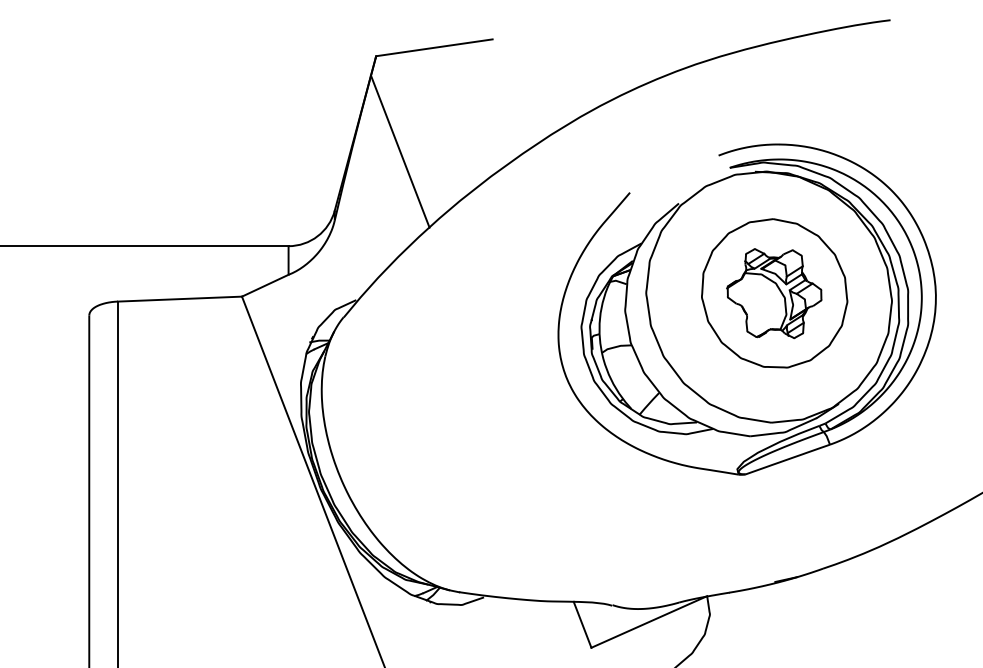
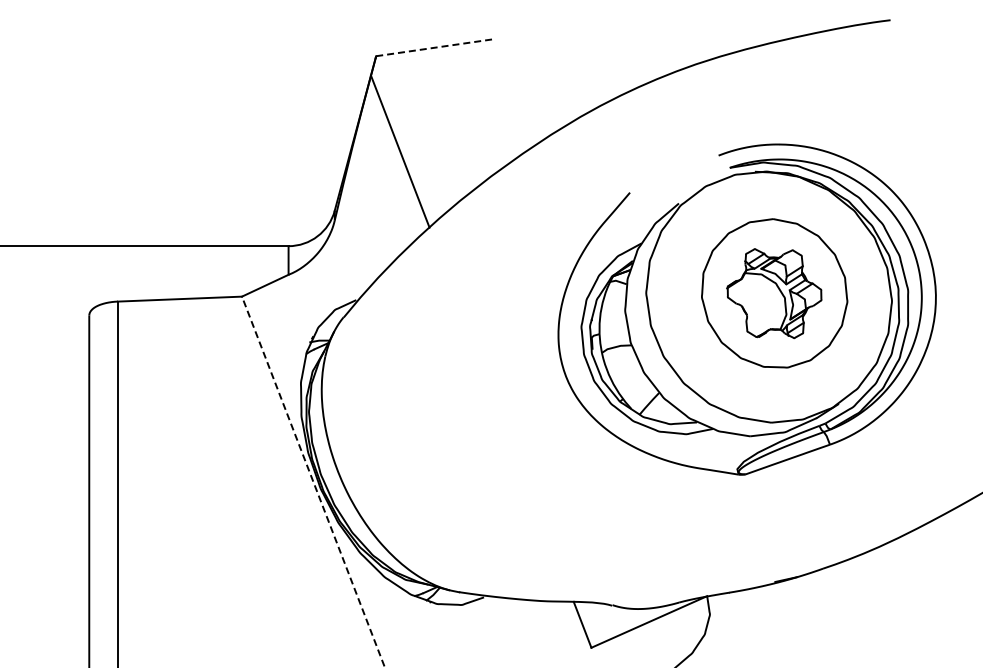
line at (434, 47): solid -> dashed
line at (313, 482): solid -> dashed
